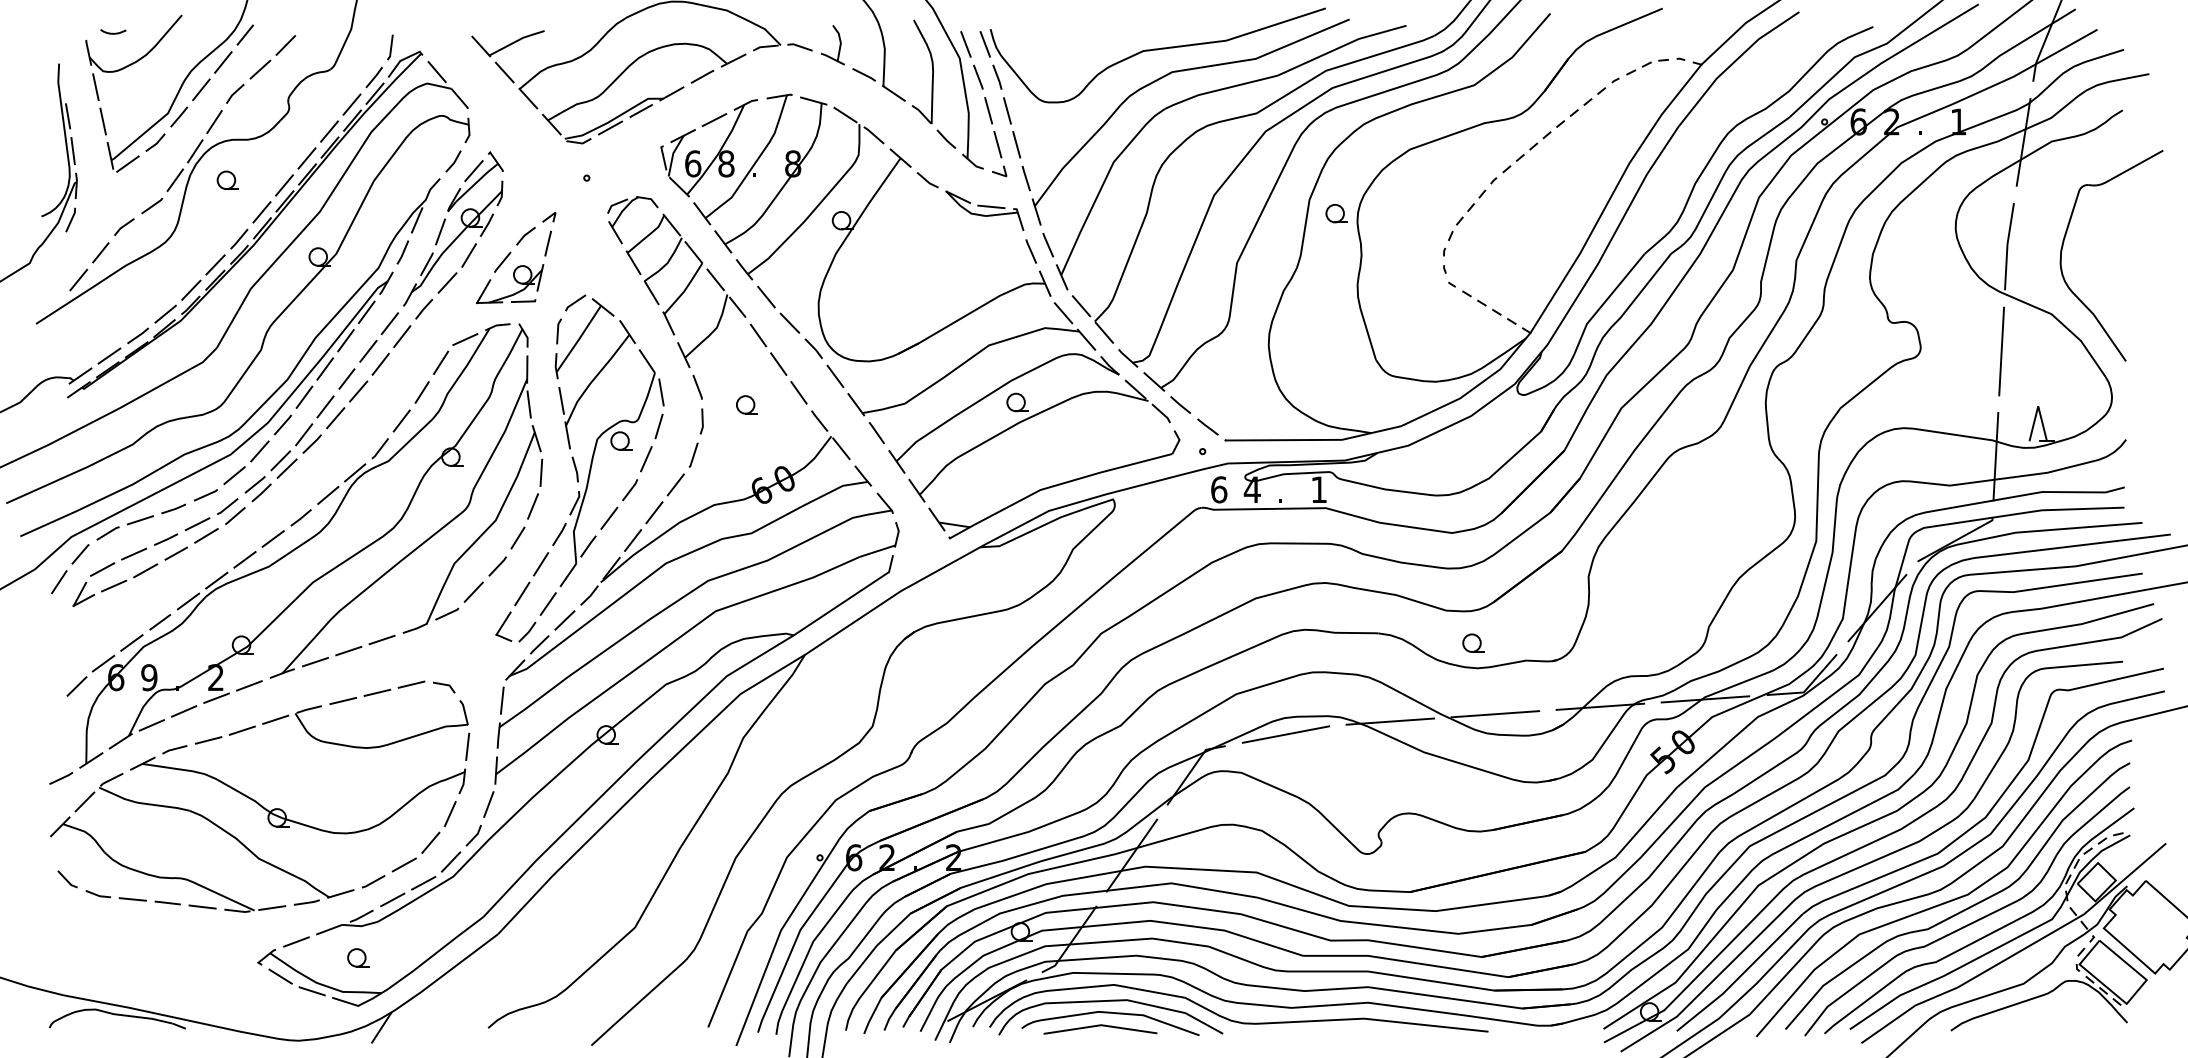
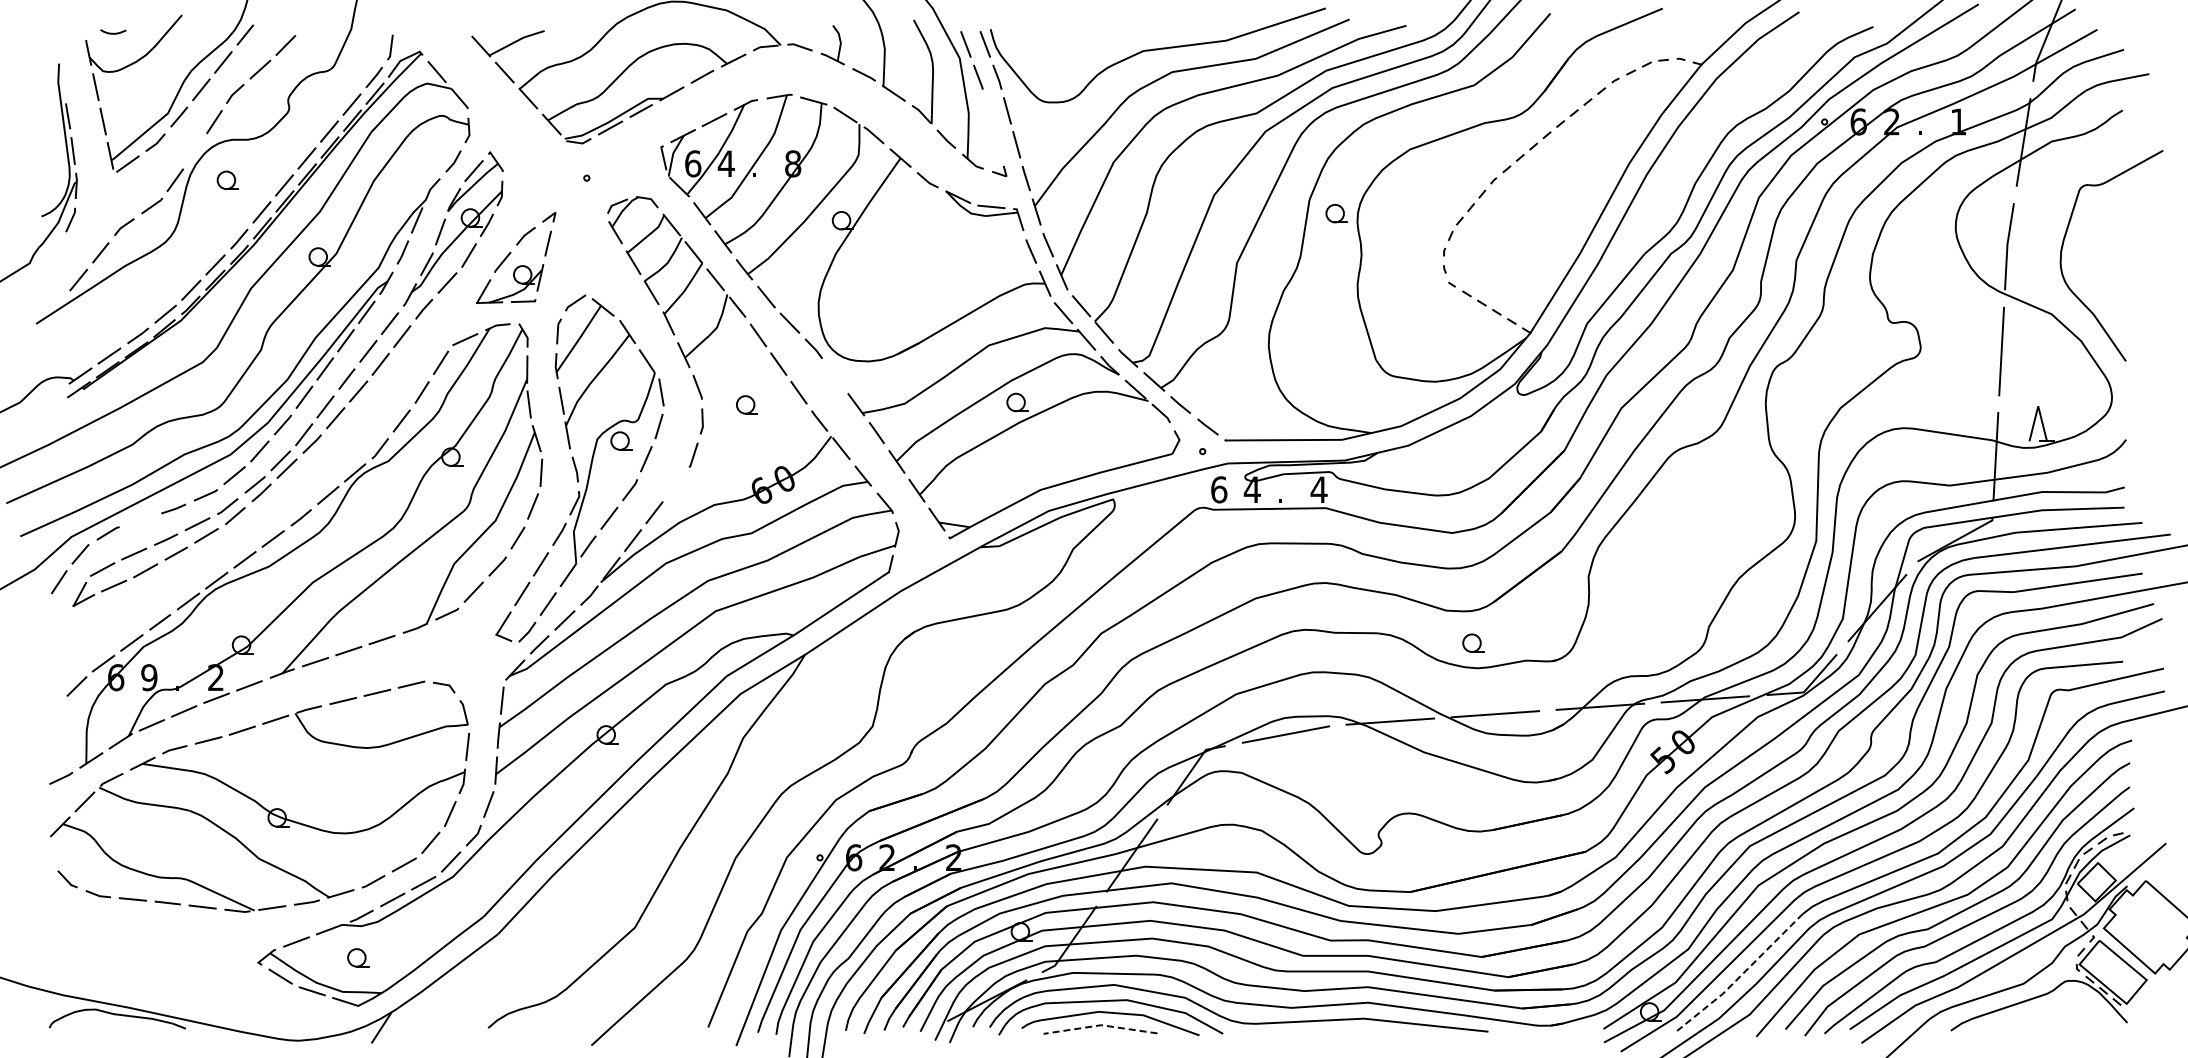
line at (992, 124): present -> none
line at (195, 151): present -> none
text at (725, 163): 8 -> 4
line at (835, 376): present -> none
line at (675, 484): present -> none
text at (1318, 489): 1 -> 4
line at (140, 520): present -> none
line at (1741, 974): solid -> dashed
line at (1100, 1025): solid -> dashed
